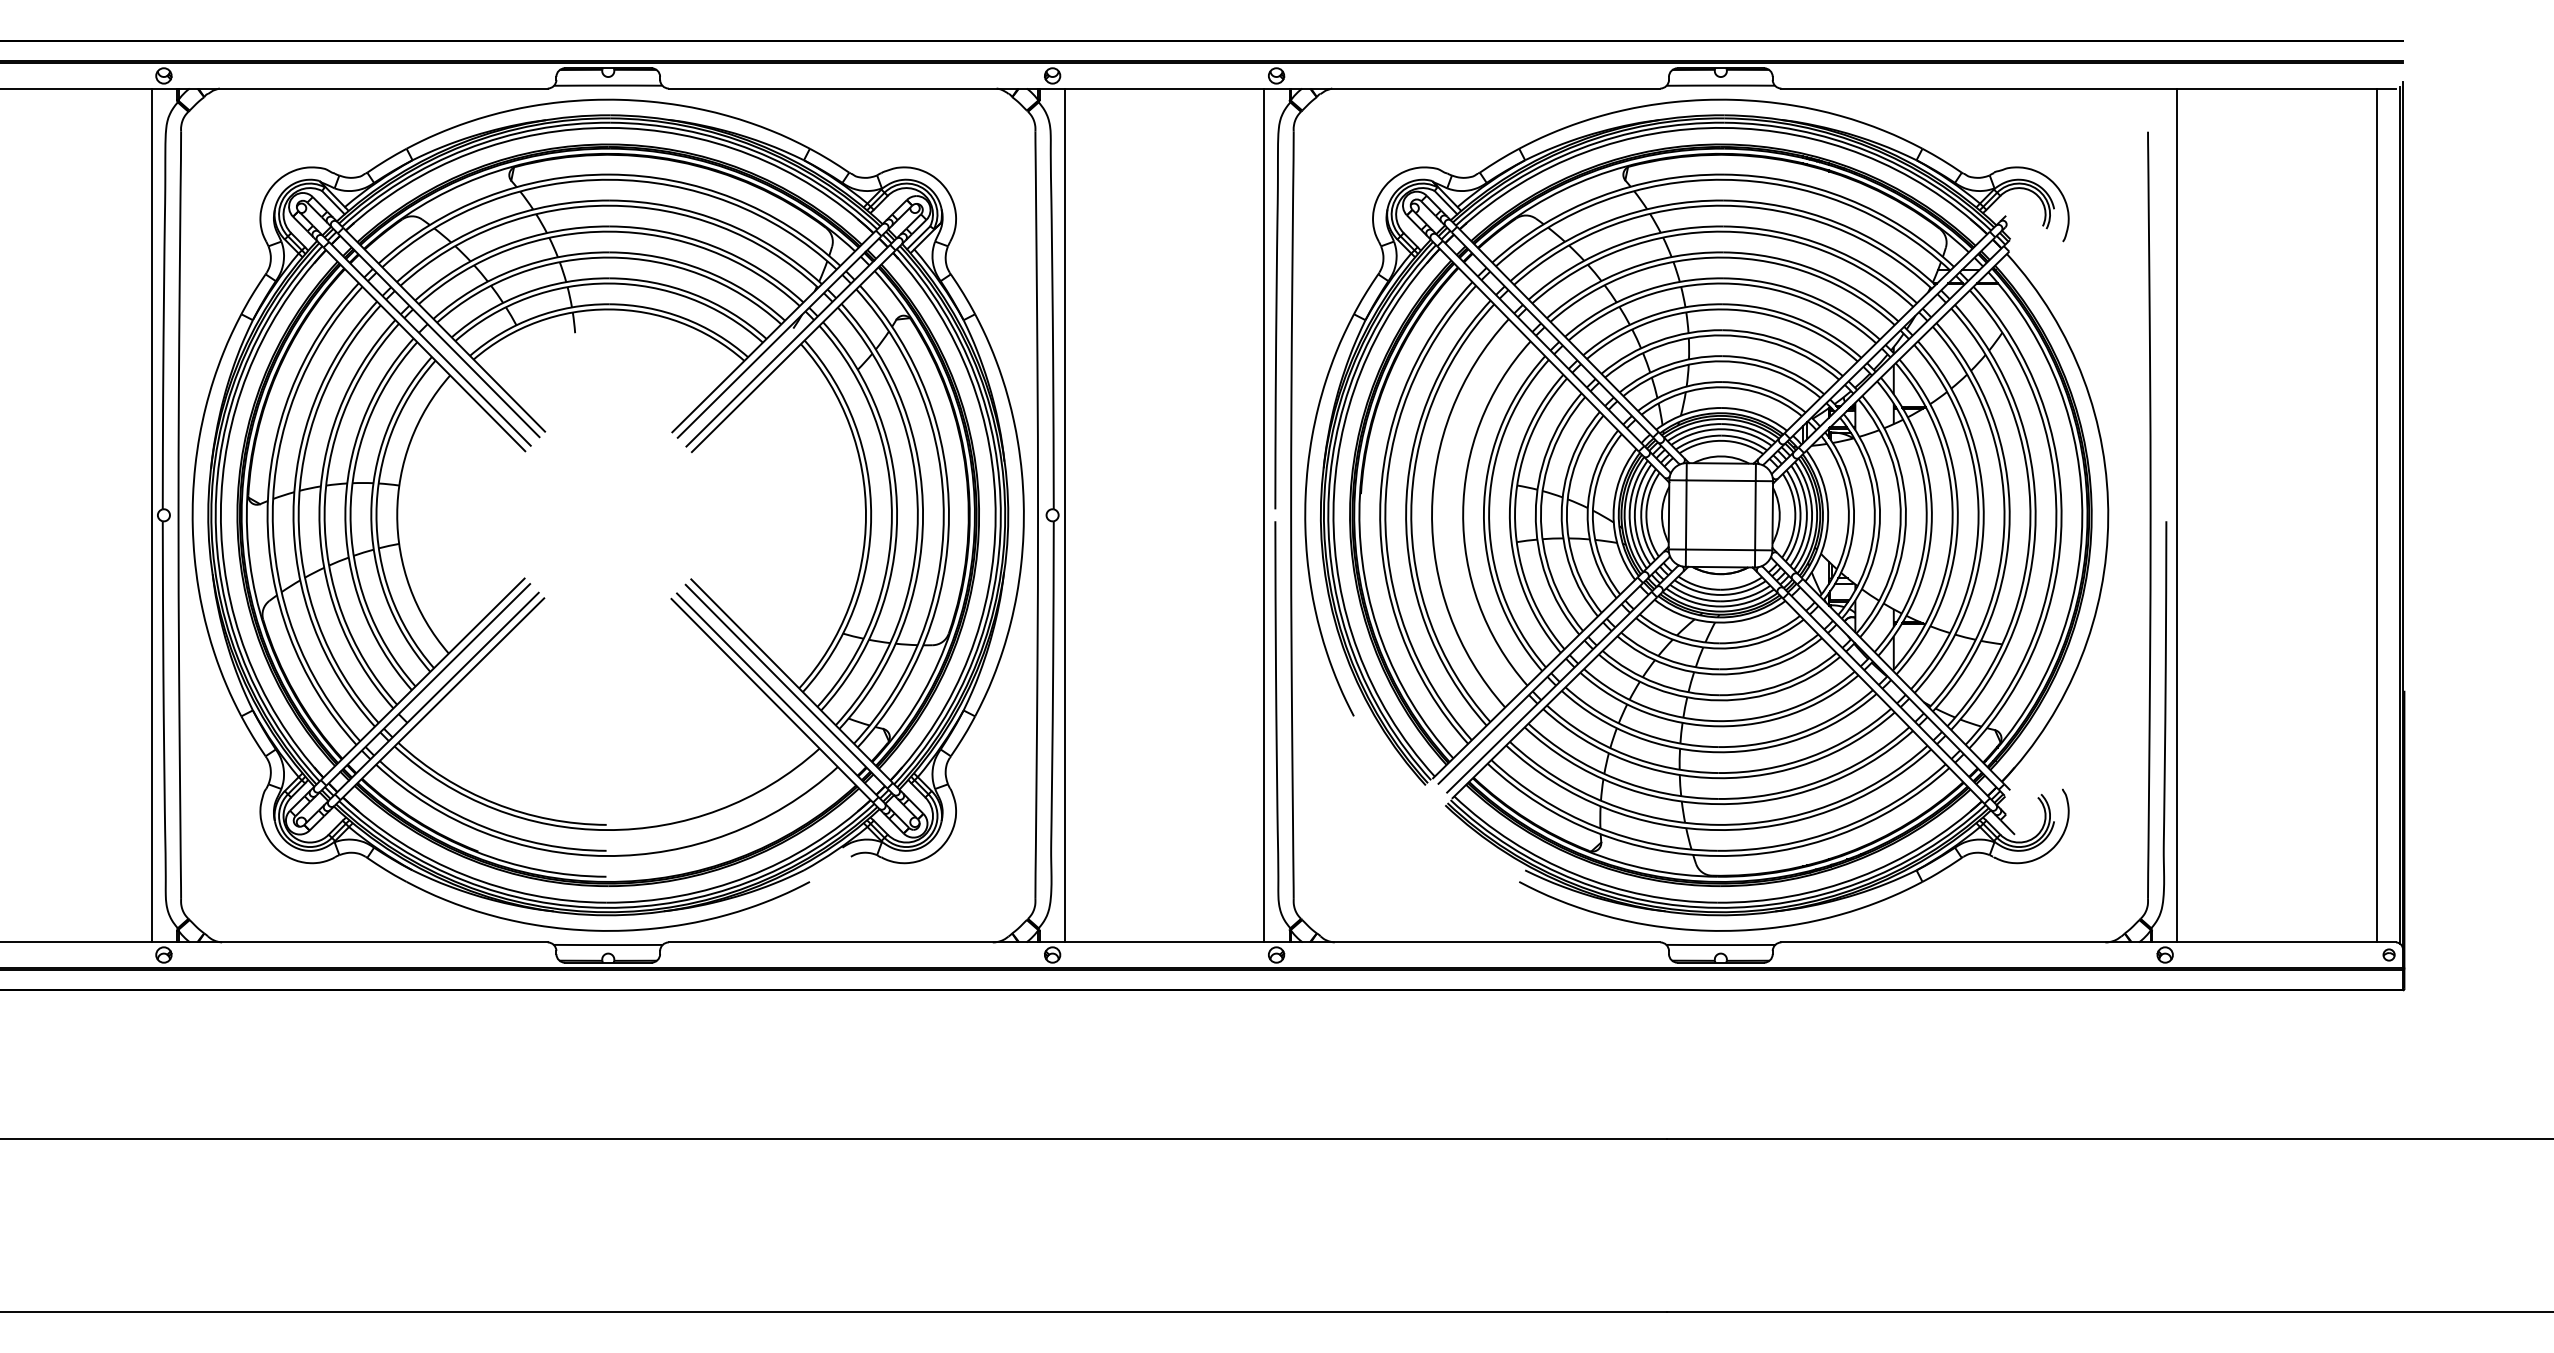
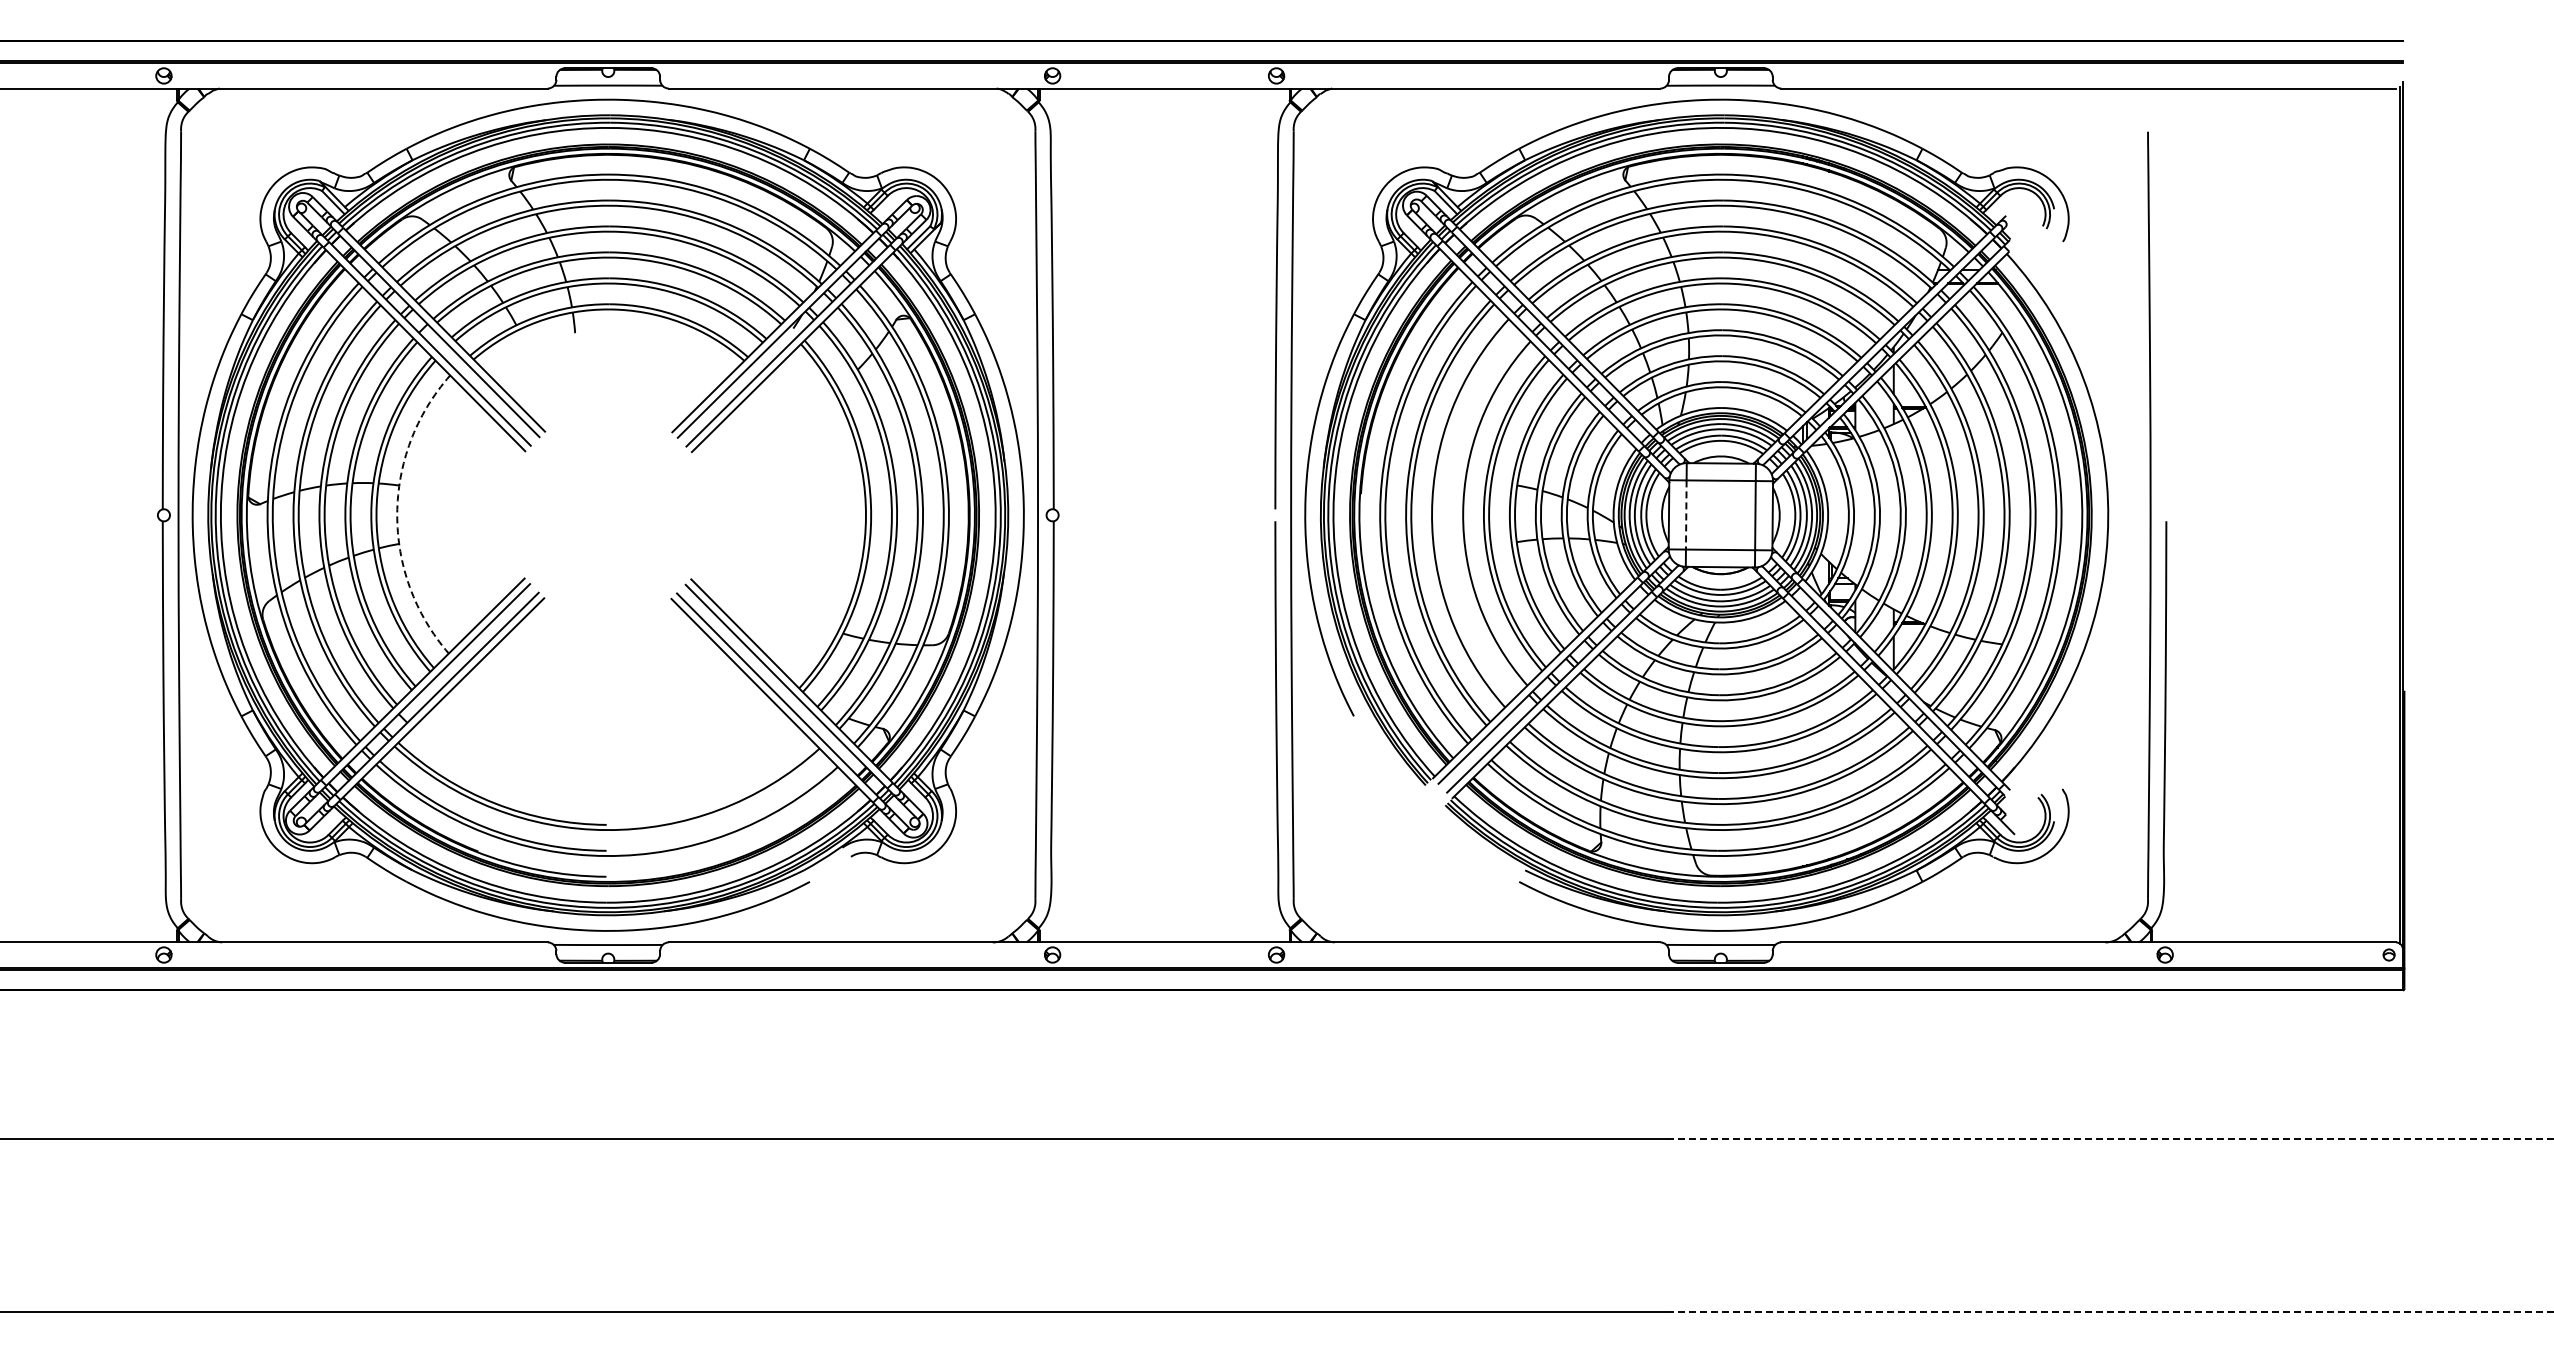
arc at (397, 514): solid -> dashed
line at (1686, 514): solid -> dashed
line at (151, 515): present -> none
line at (1064, 515): present -> none
line at (1264, 515): present -> none
line at (2177, 515): present -> none
line at (2377, 515): present -> none
line at (2110, 1139): solid -> dashed
line at (2110, 1312): solid -> dashed
